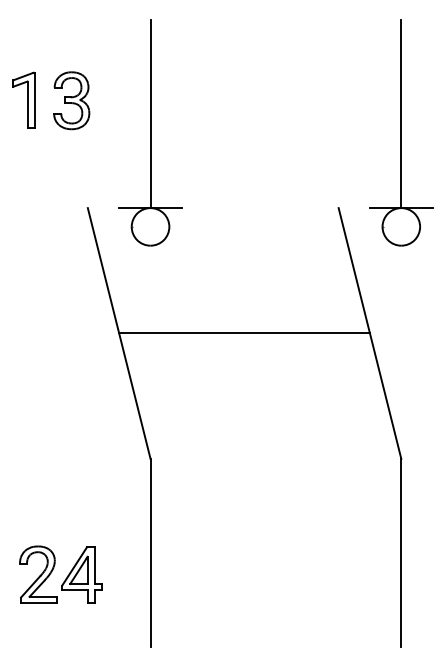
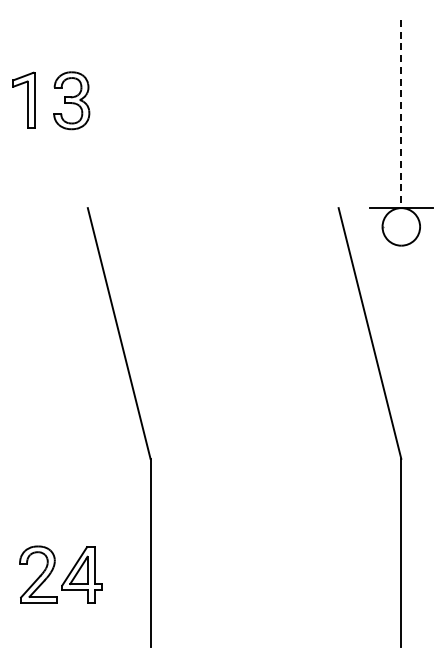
line at (401, 114): solid -> dashed
part at (150, 132): present -> none
line at (244, 333): present -> none
